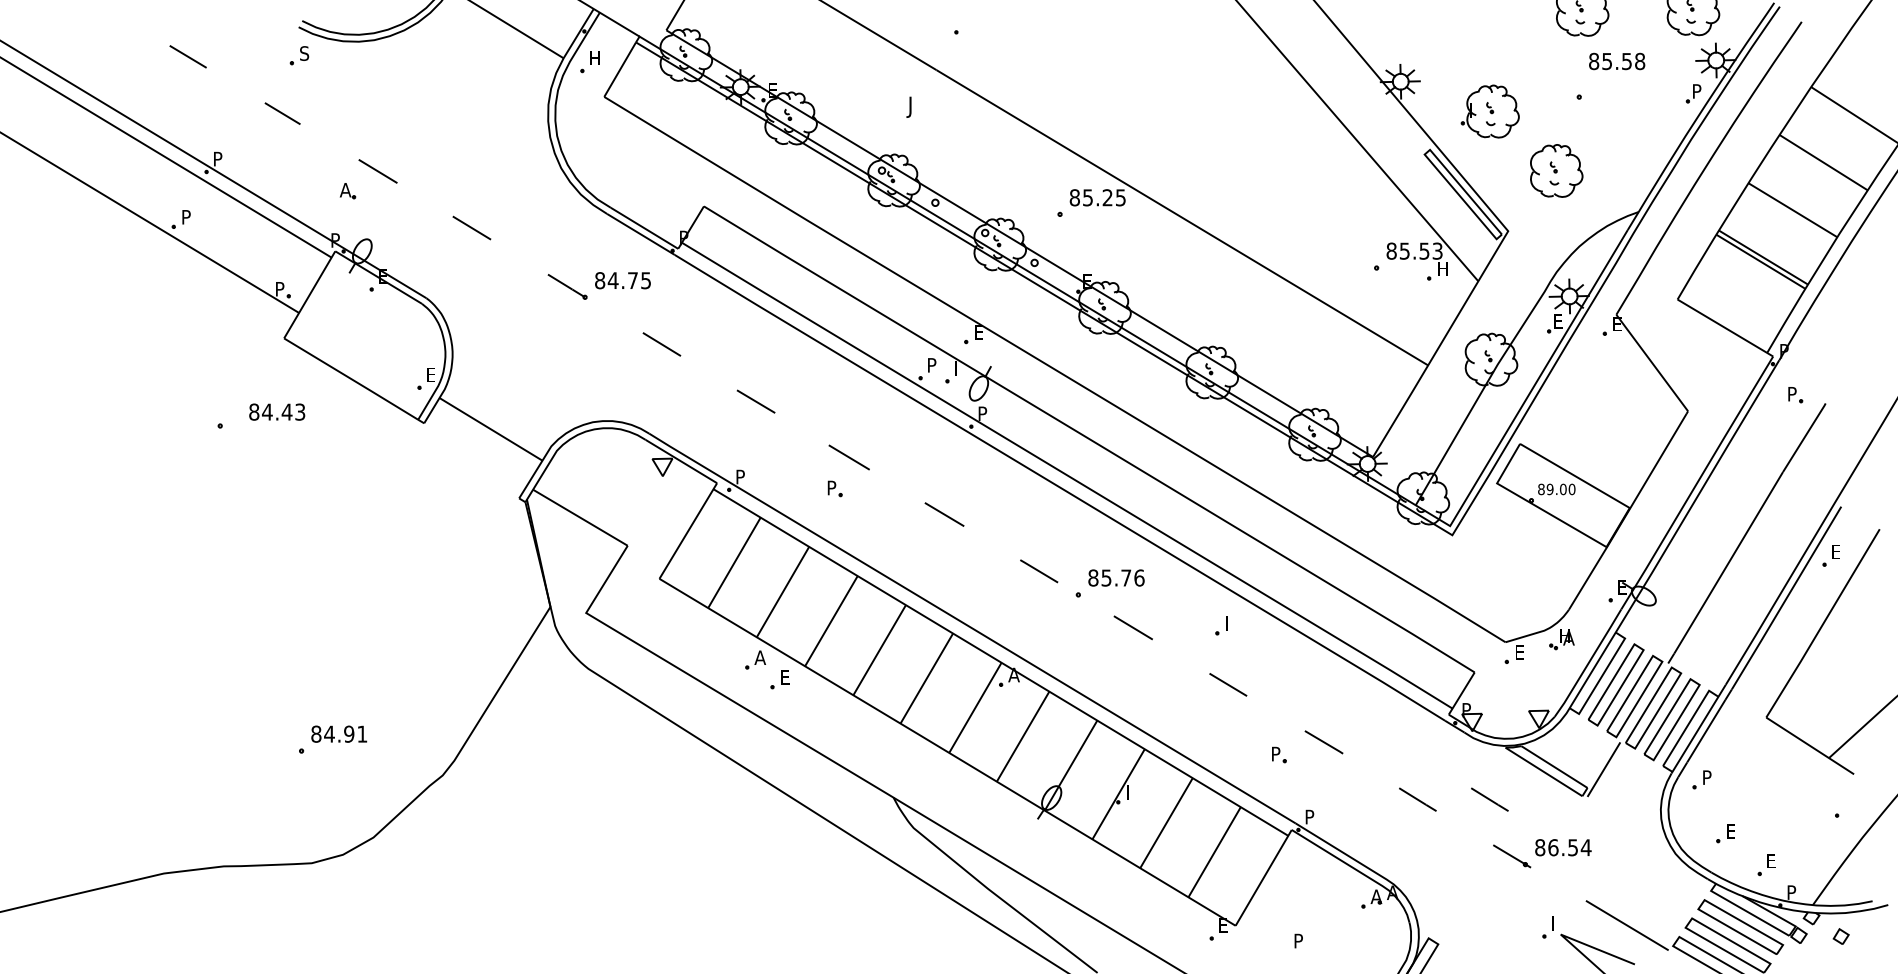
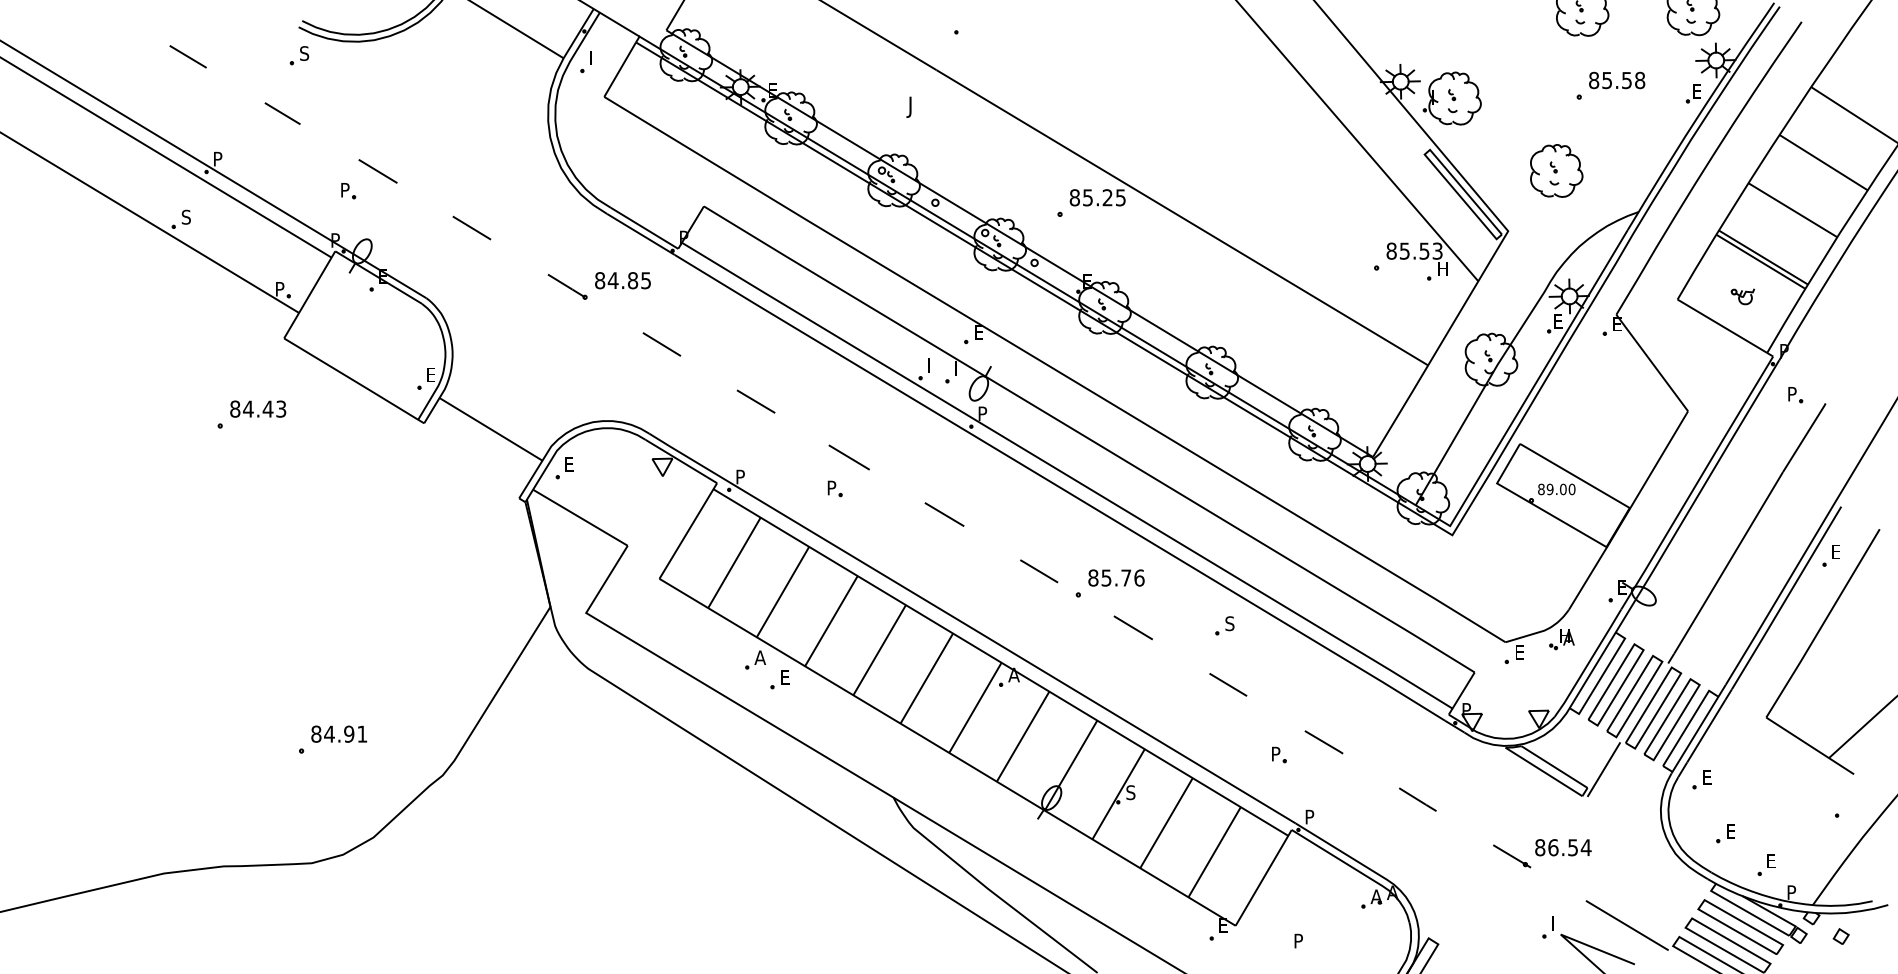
text at (595, 57): H -> I
text at (1617, 61) position: (1617, 61) -> (1617, 80)
text at (1697, 91): P -> E
part at (1489, 111) position: (1489, 111) -> (1451, 98)
text at (345, 190): A -> P
text at (185, 216): P -> S
text at (632, 280): 84.75 -> 84.85
part at (1742, 296): none -> present
text at (932, 365): P -> I
text at (277, 411) position: (277, 411) -> (258, 408)
part at (564, 468): none -> present
text at (1229, 623): I -> S
text at (1707, 777): P -> E
text at (1130, 792): I -> S
line at (1489, 799): present -> none
